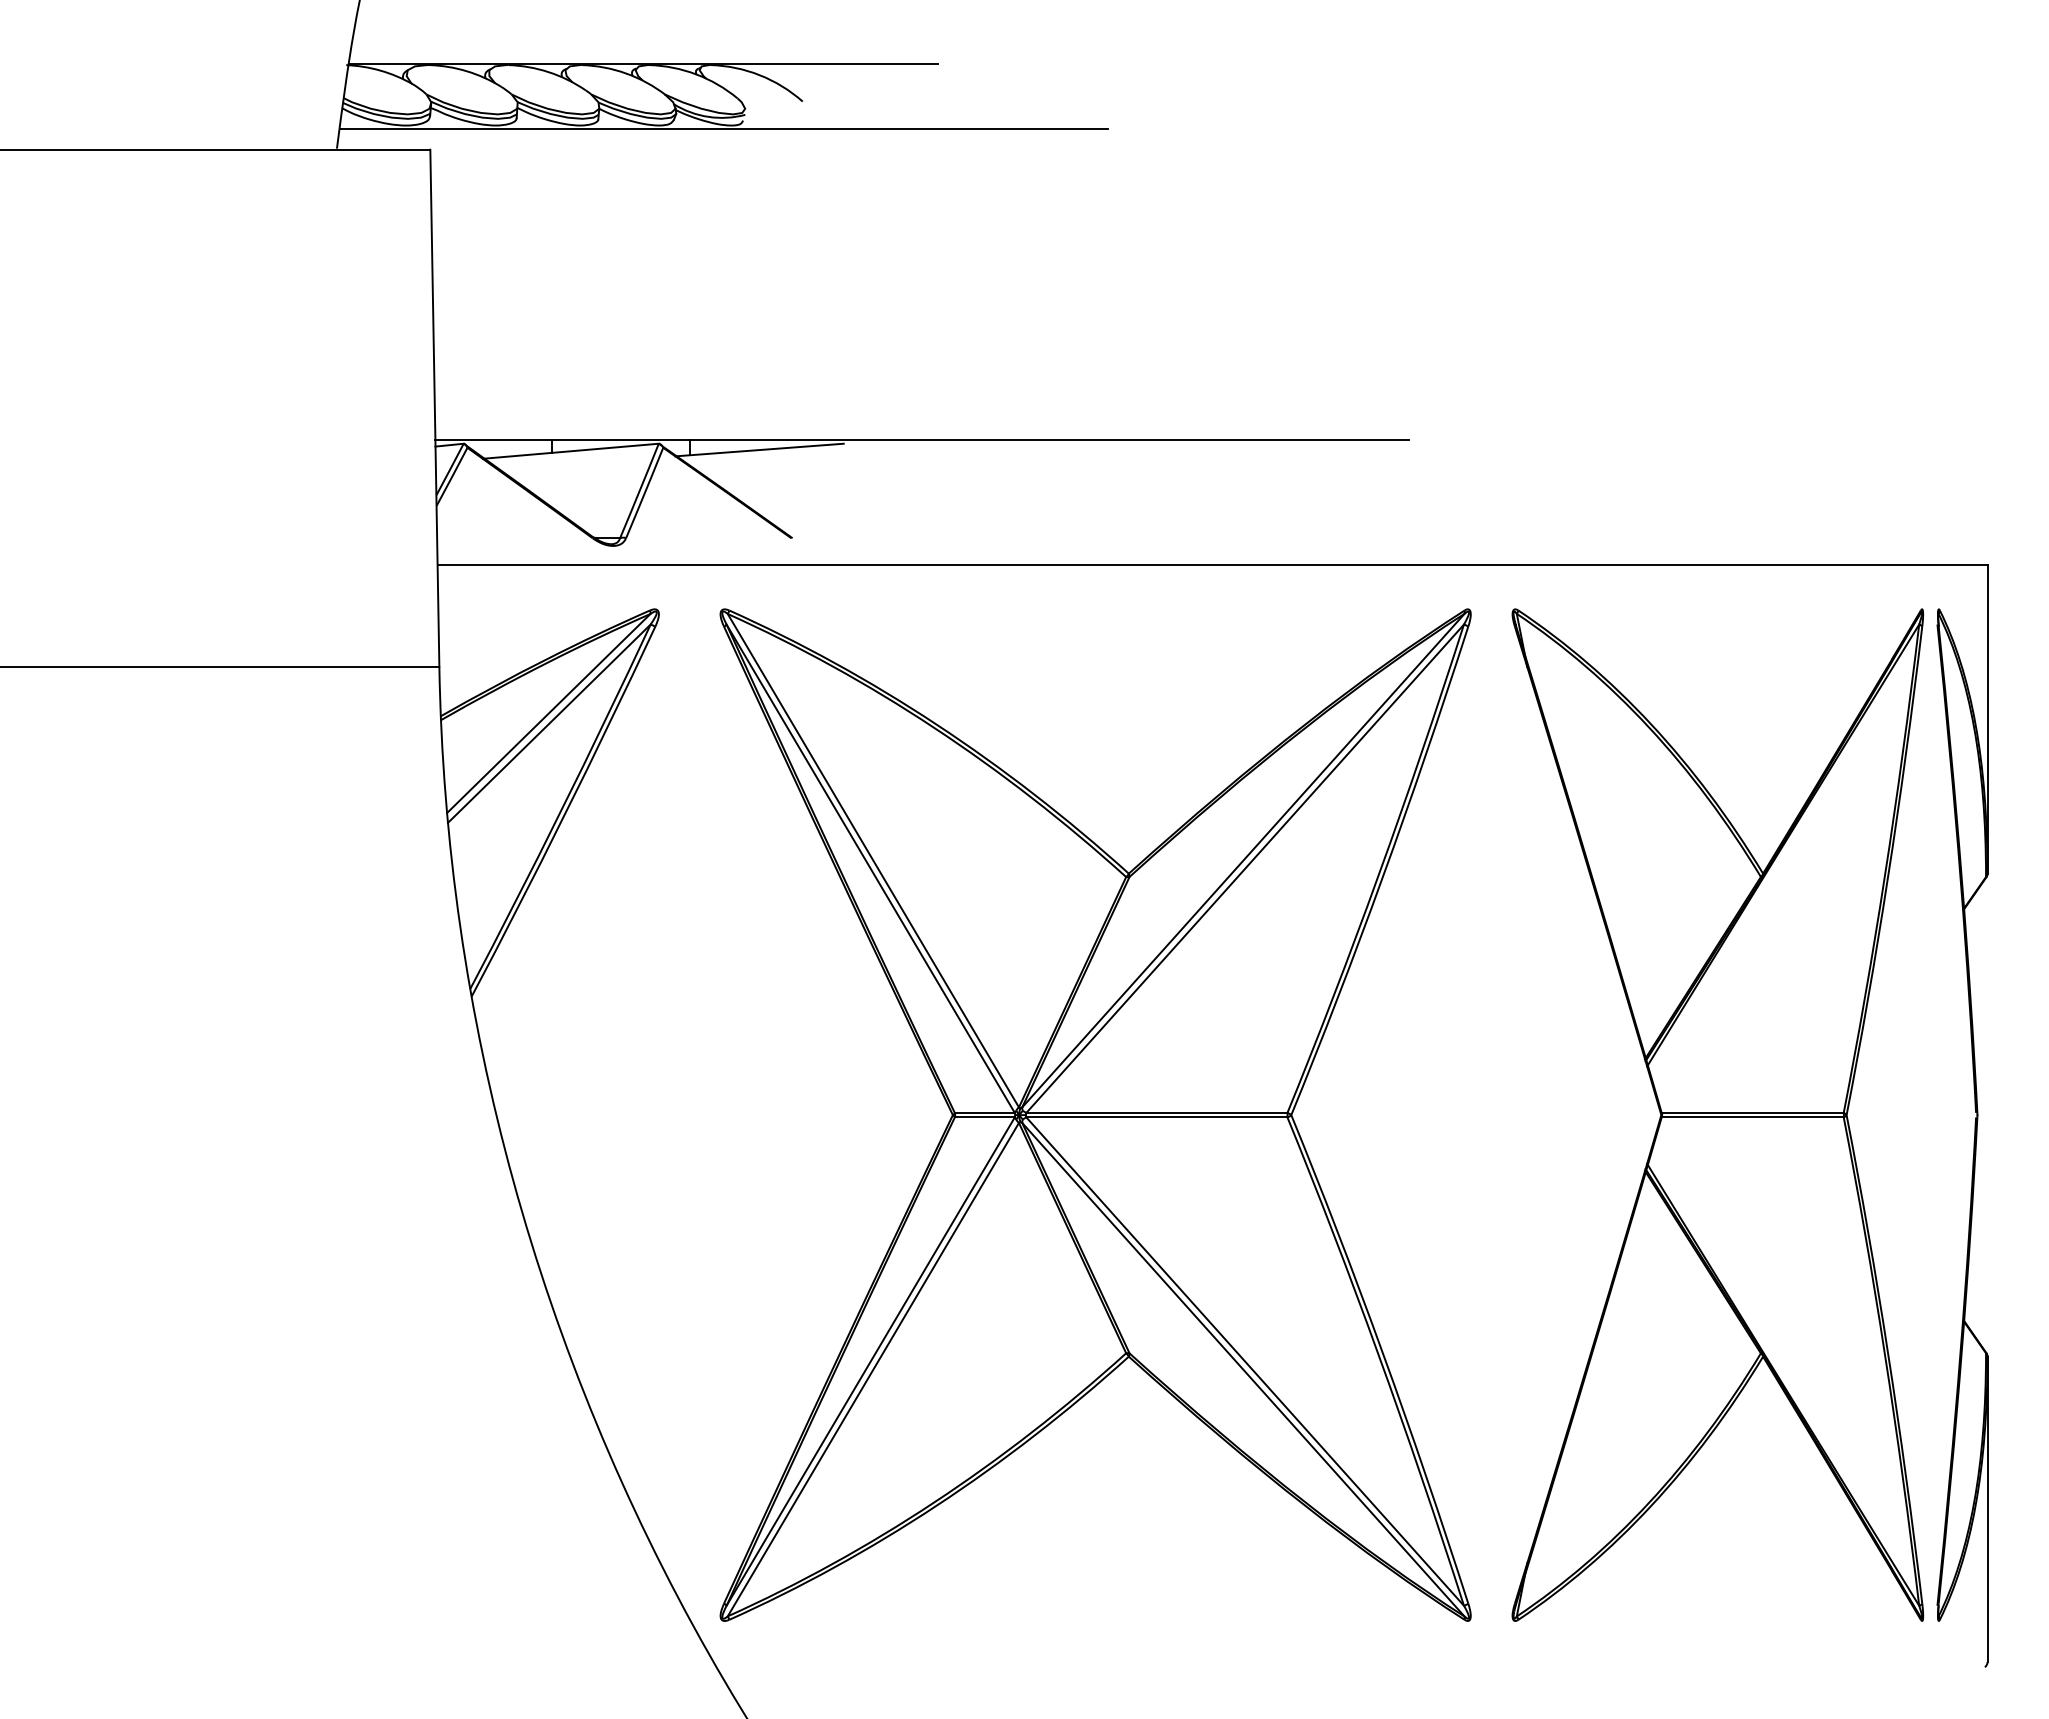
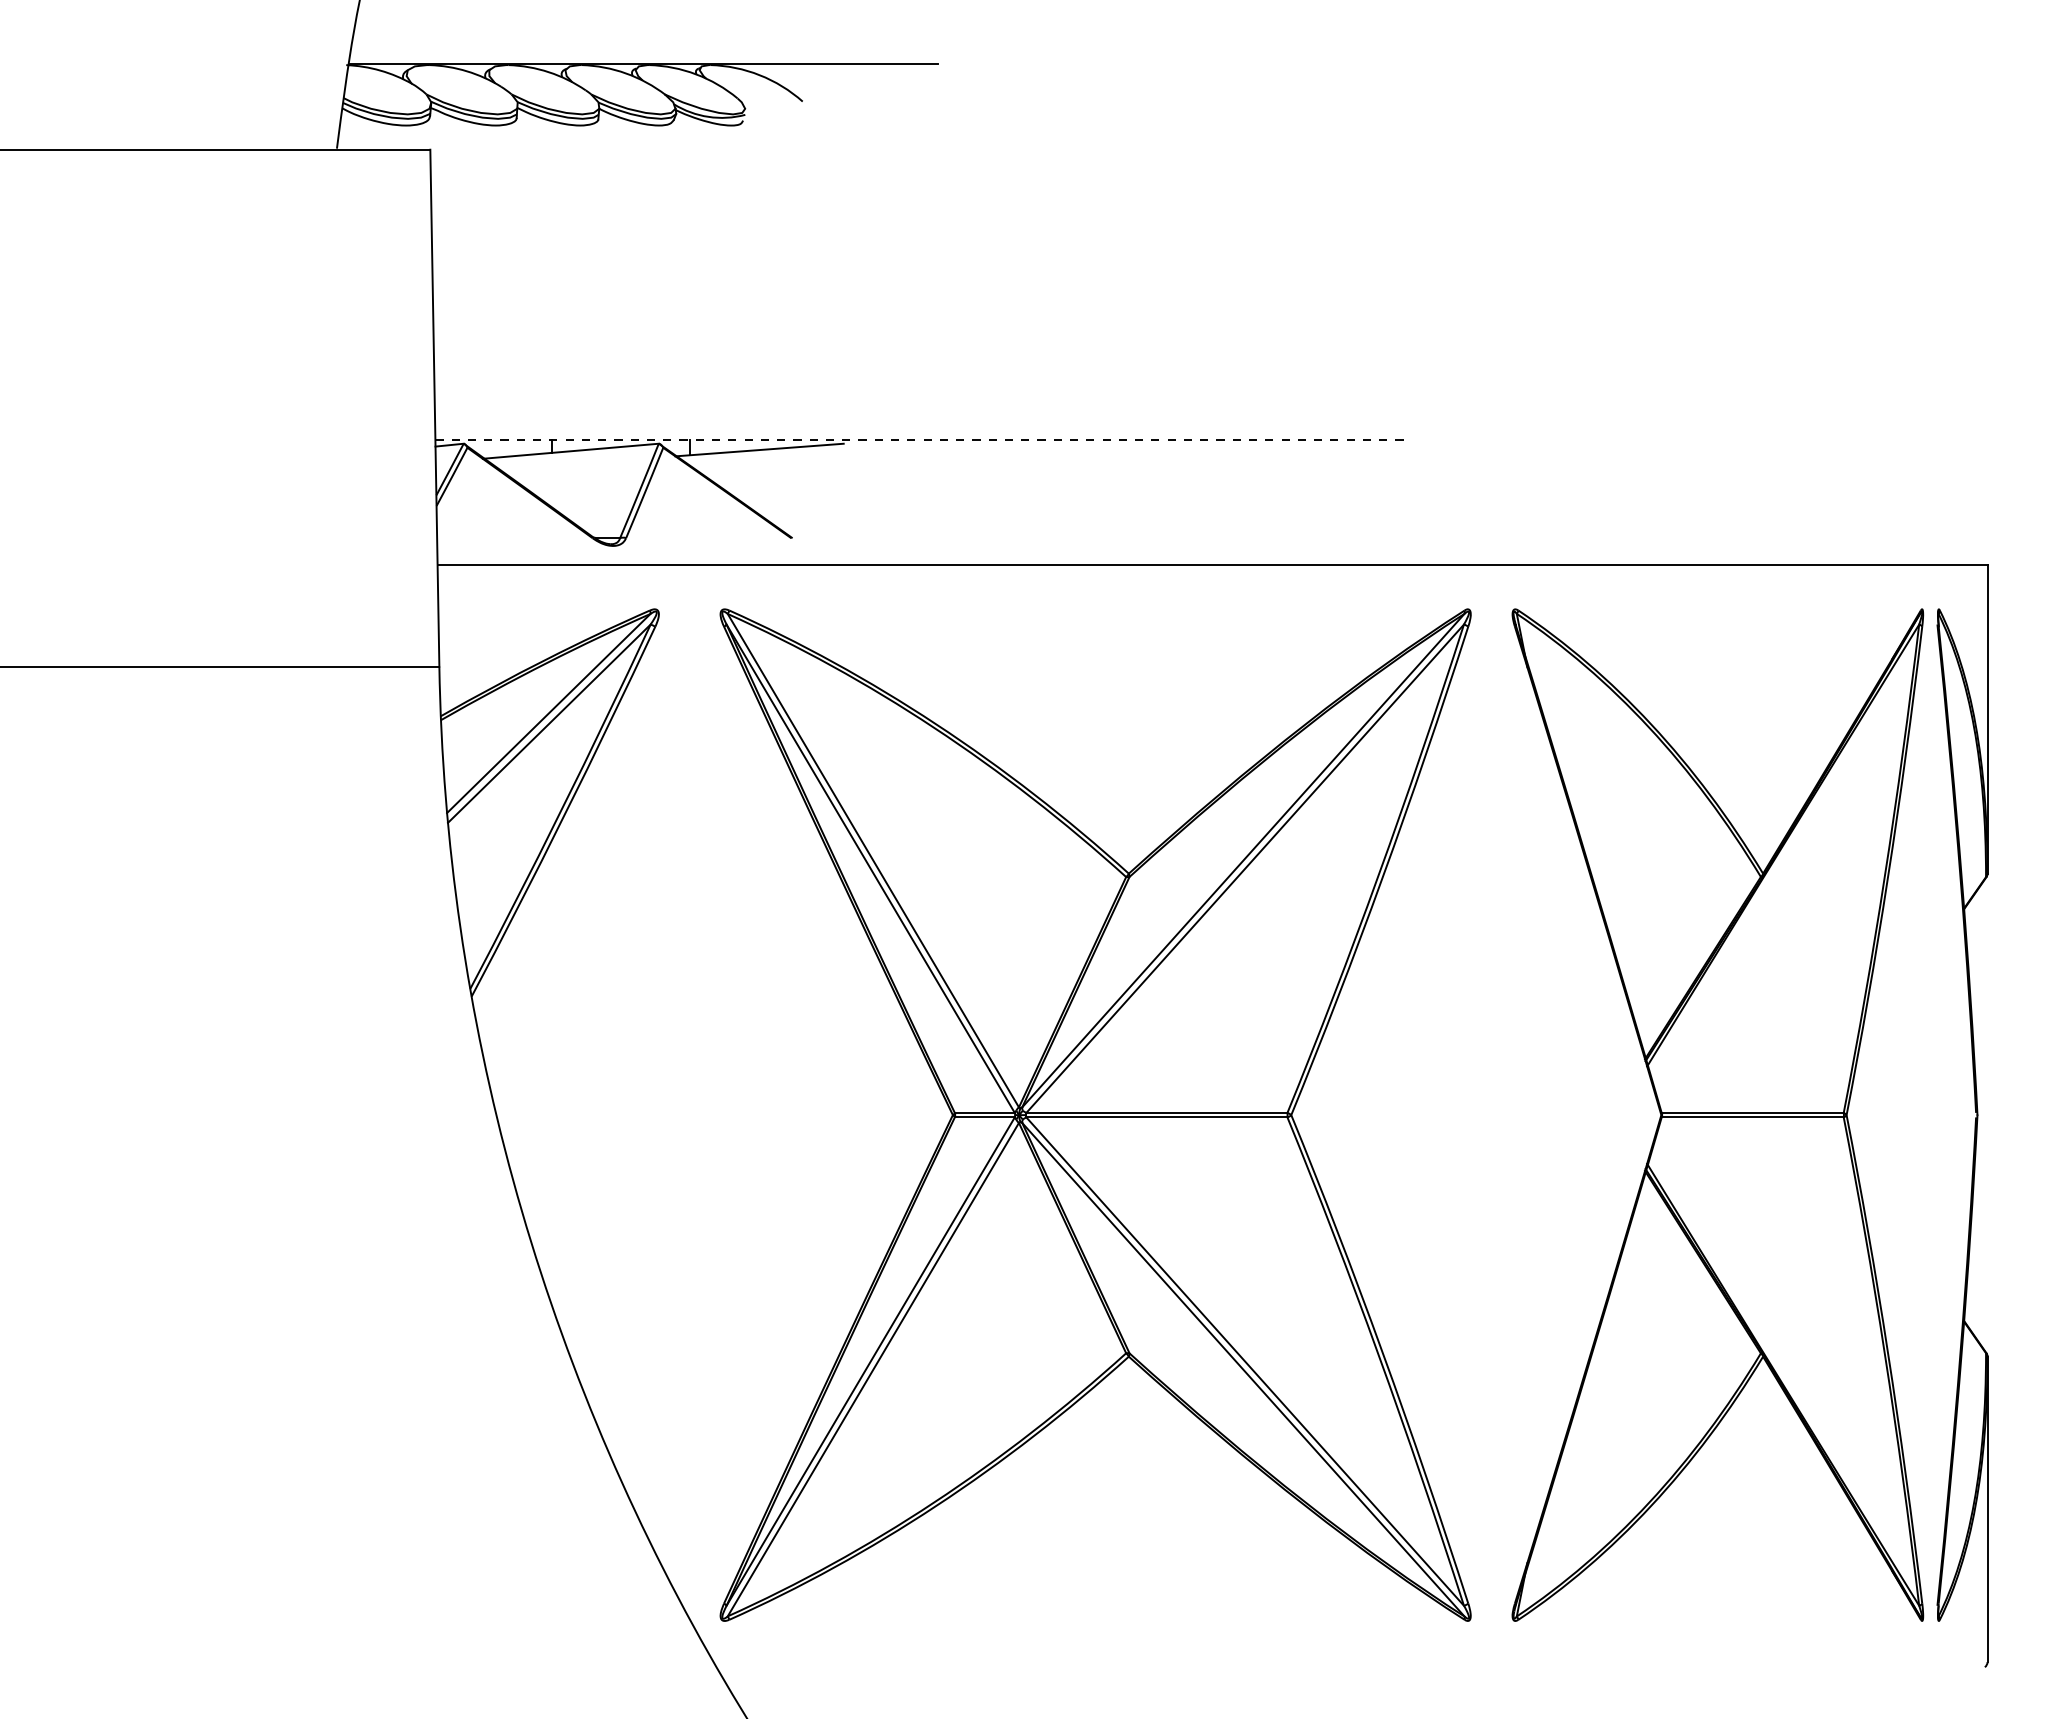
line at (723, 128): present -> none
line at (922, 440): solid -> dashed
